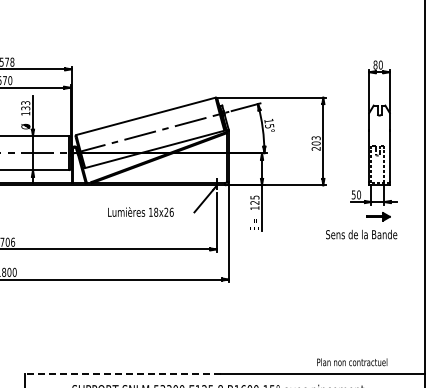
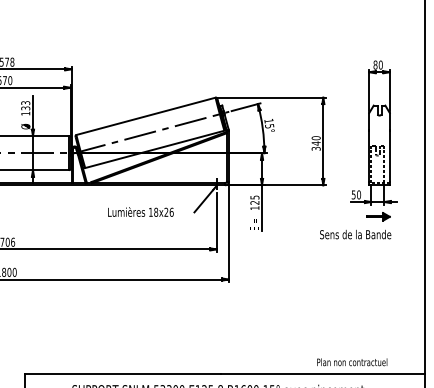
text at (315, 143): 203 -> 340
text at (361, 234) position: (361, 234) -> (355, 234)
line at (122, 373): dashed -> solid
